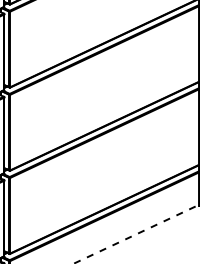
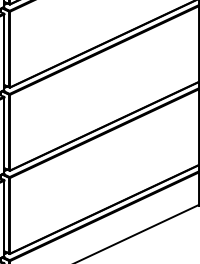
line at (136, 234): dashed -> solid
